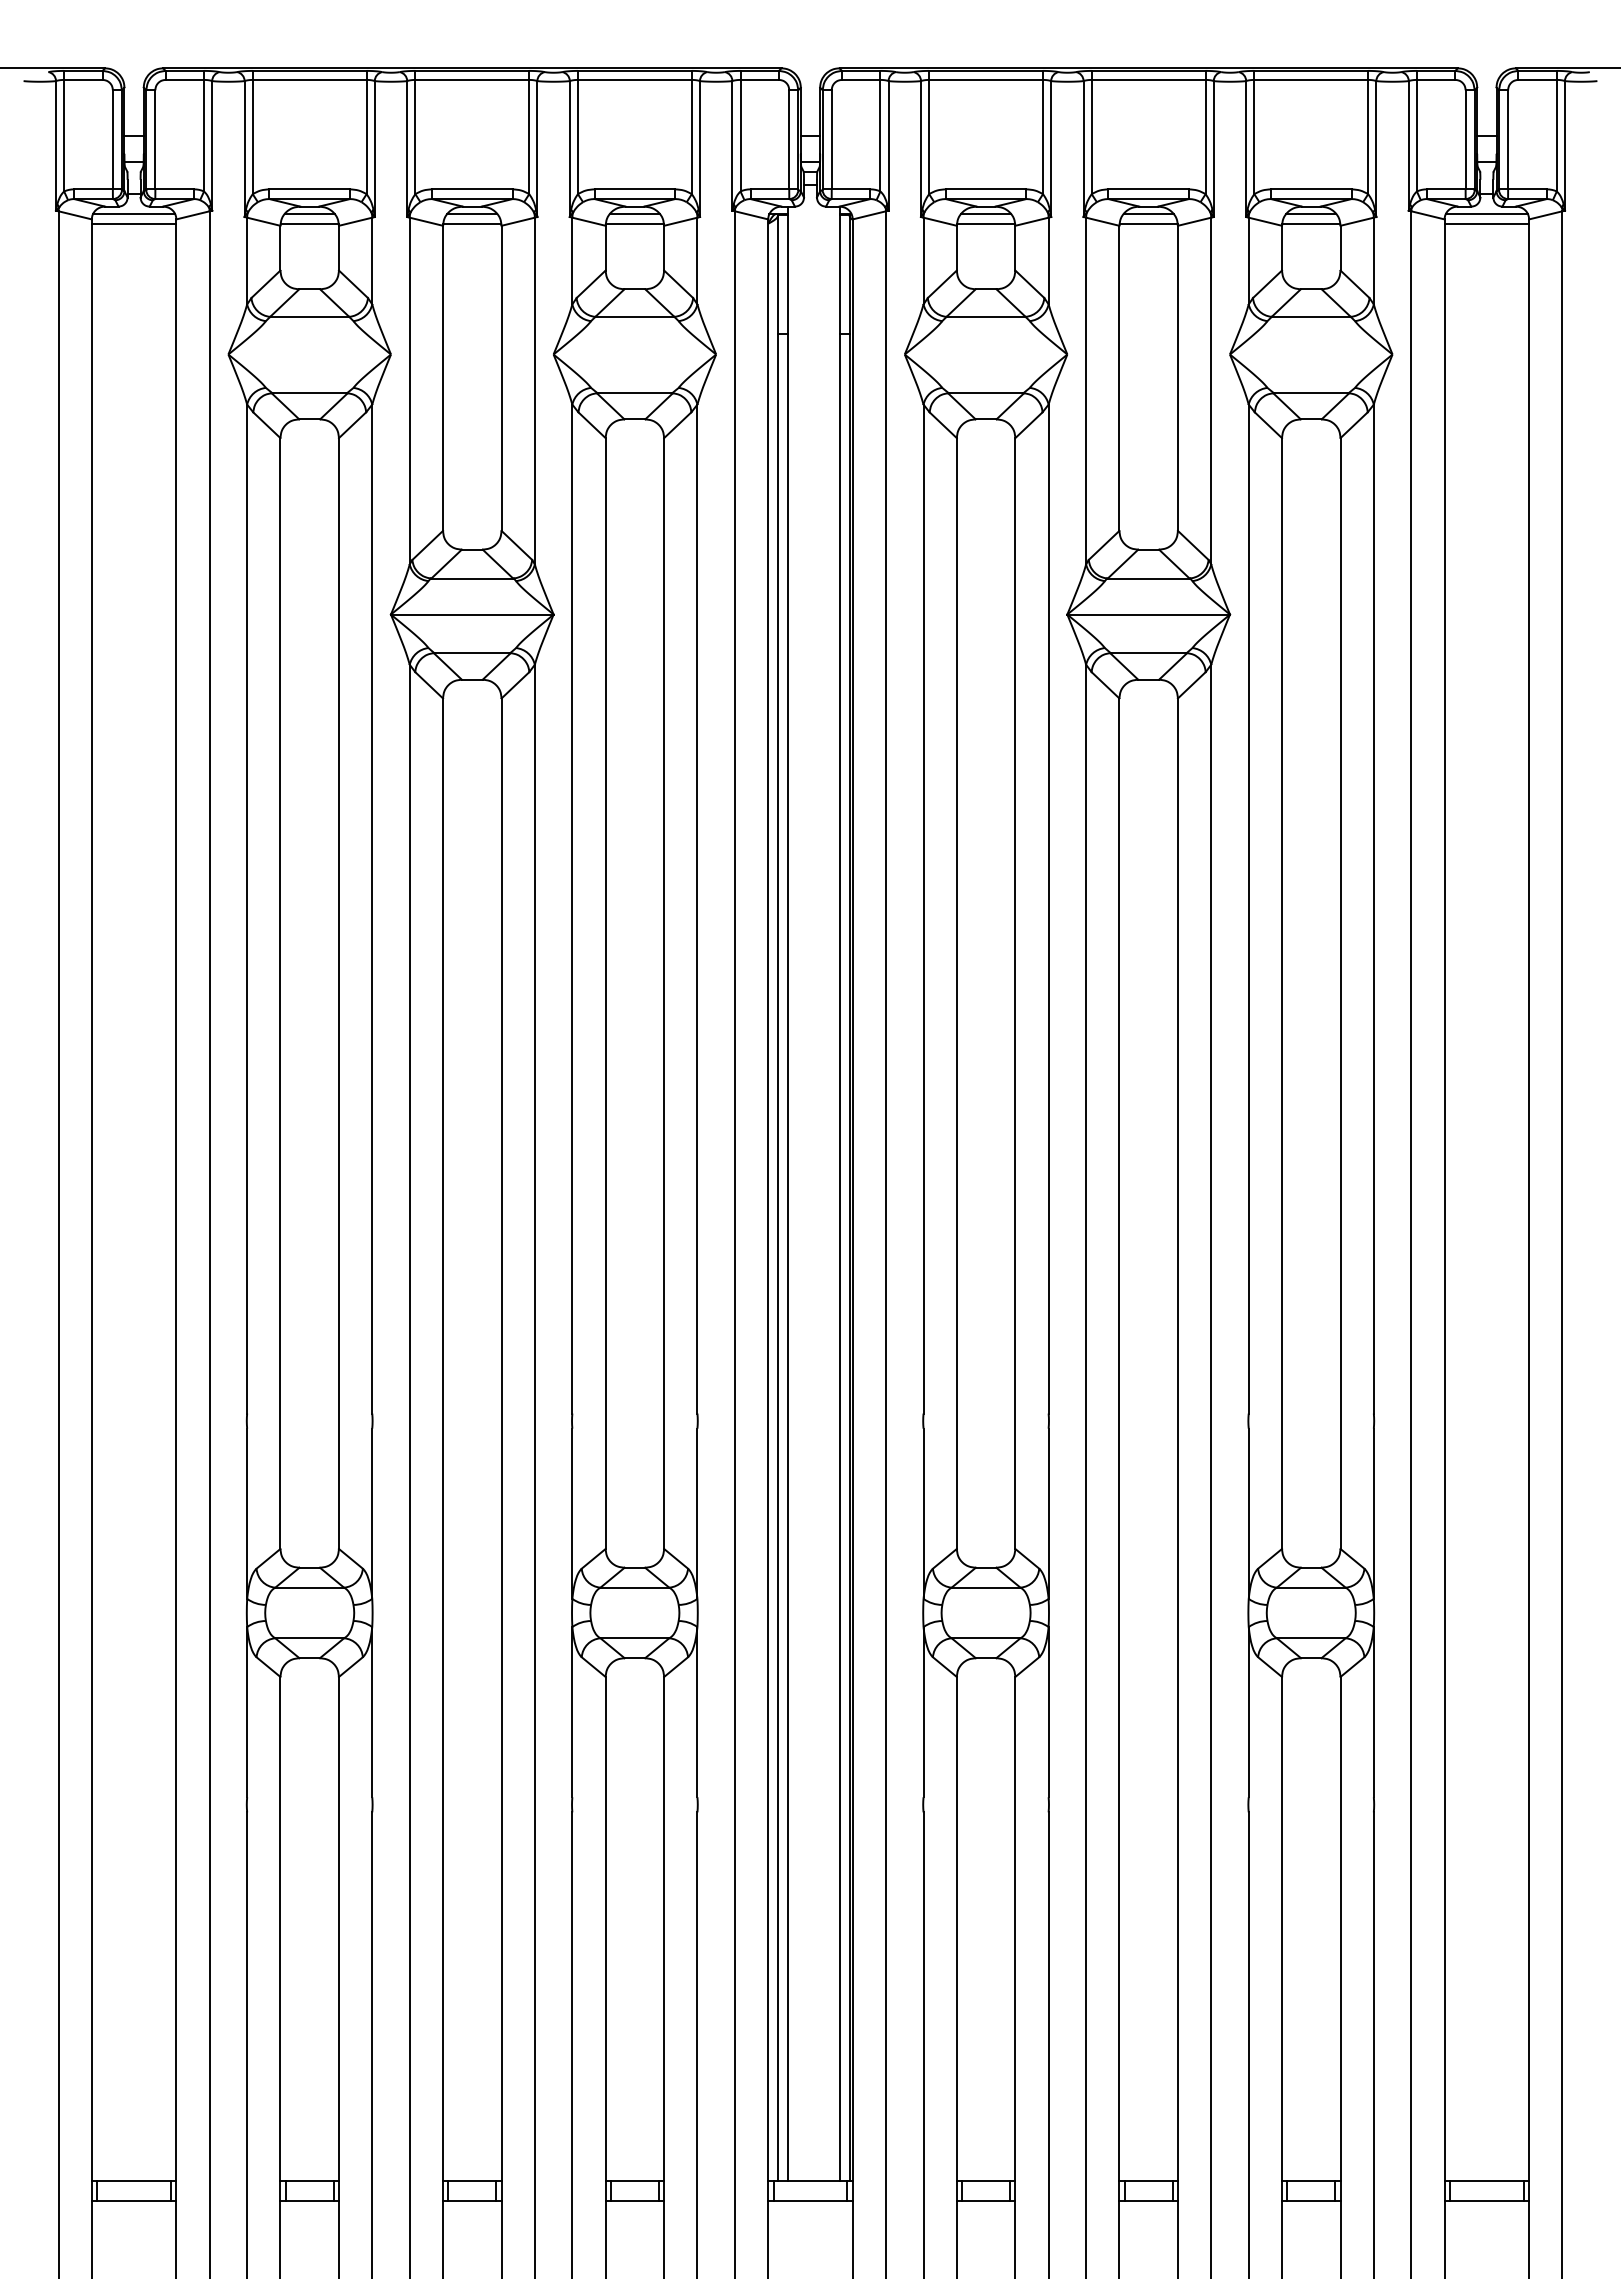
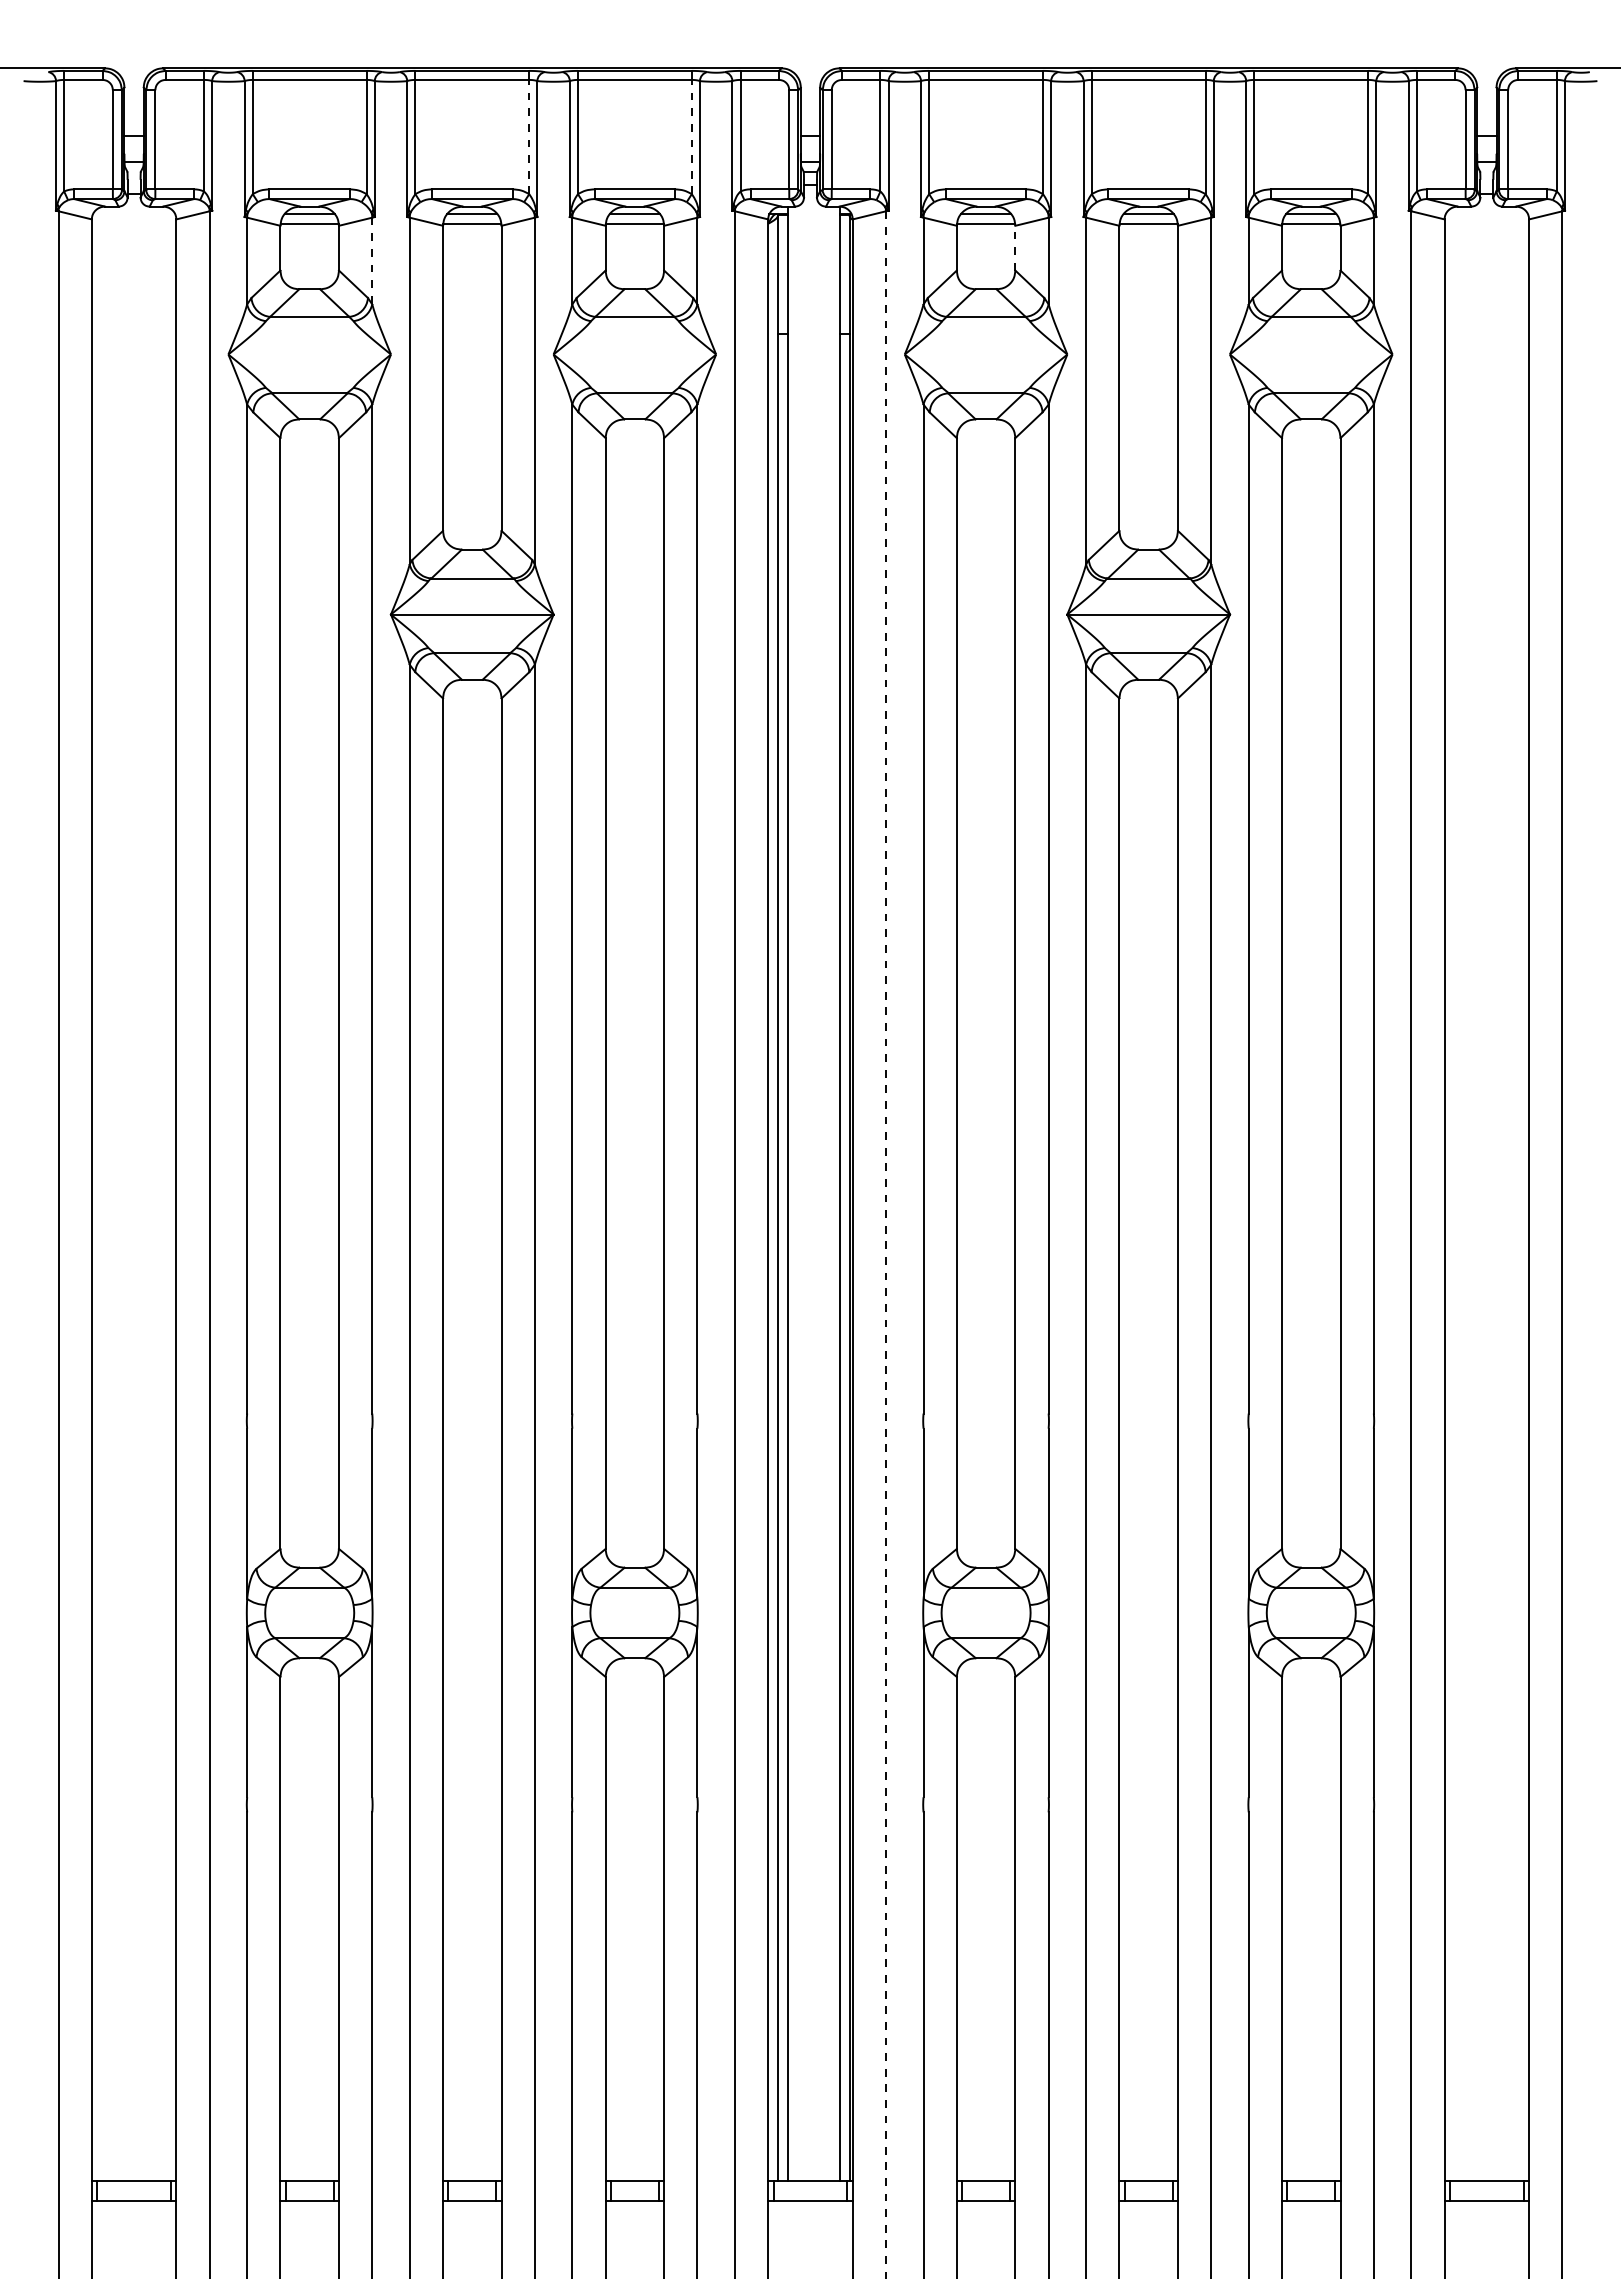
line at (529, 136): solid -> dashed
line at (691, 136): solid -> dashed
line at (134, 214): present -> none
line at (1486, 214): present -> none
line at (133, 223): present -> none
line at (1486, 223): present -> none
line at (1015, 247): solid -> dashed
line at (372, 261): solid -> dashed
line at (886, 1245): solid -> dashed
